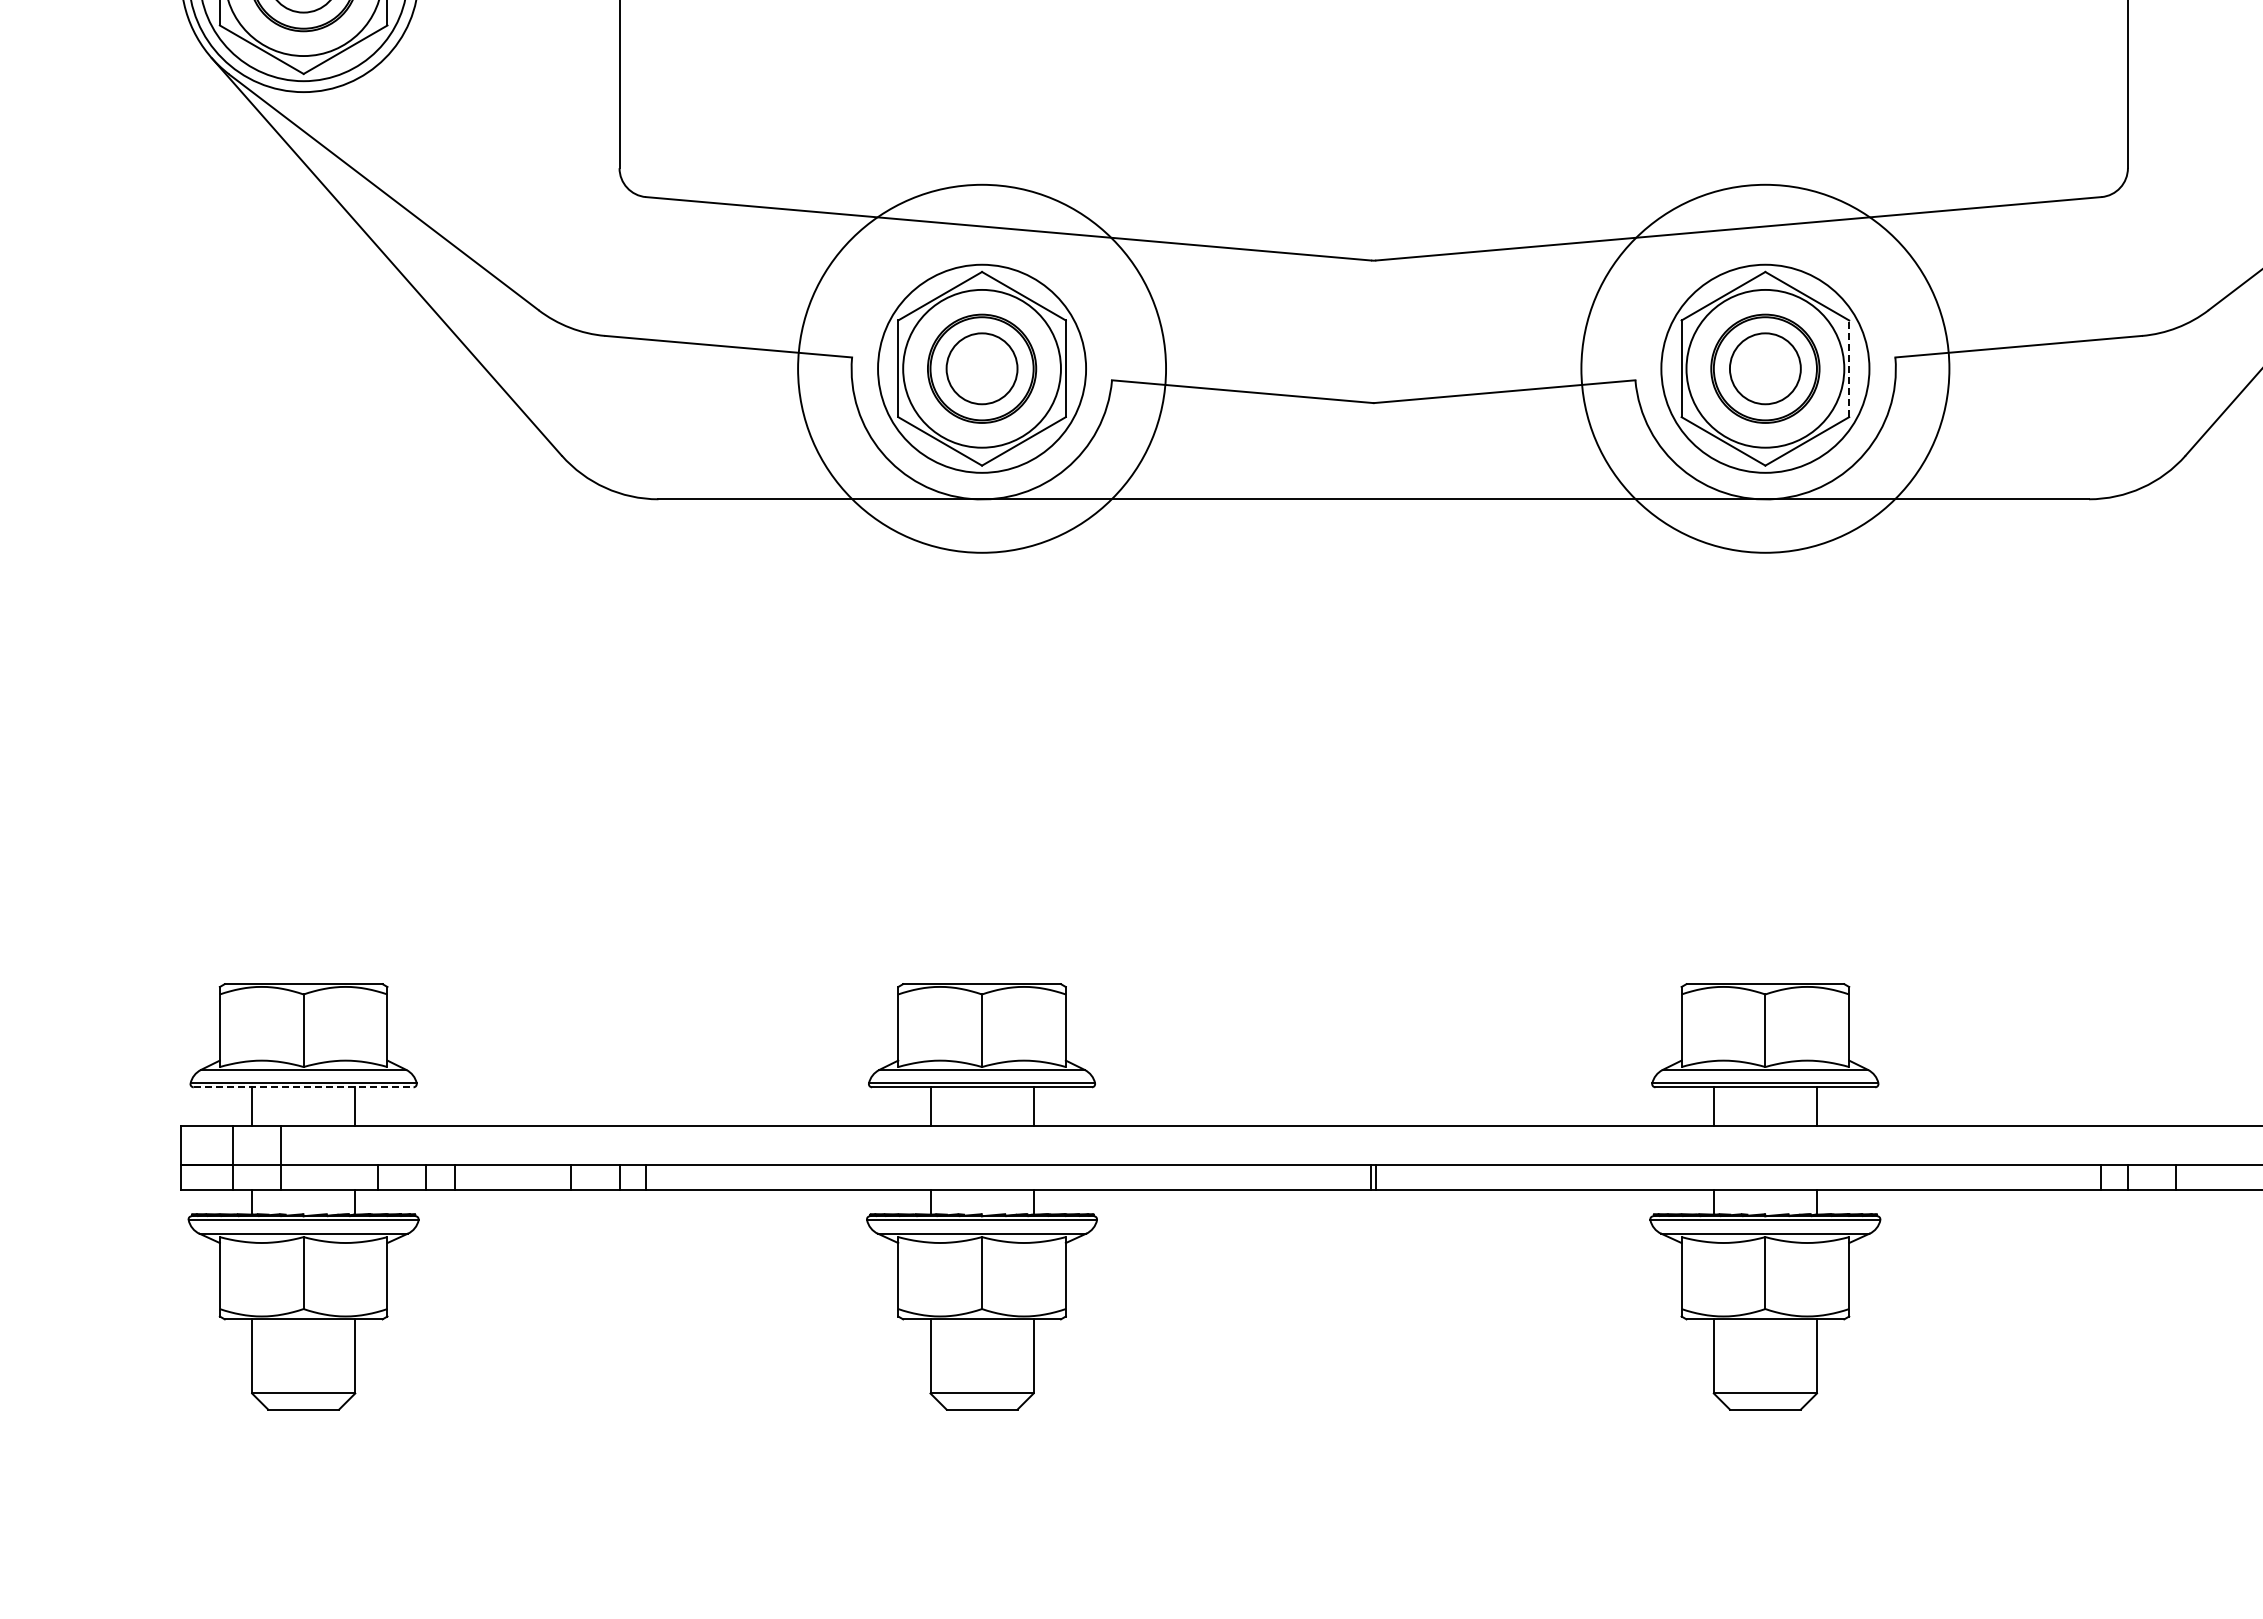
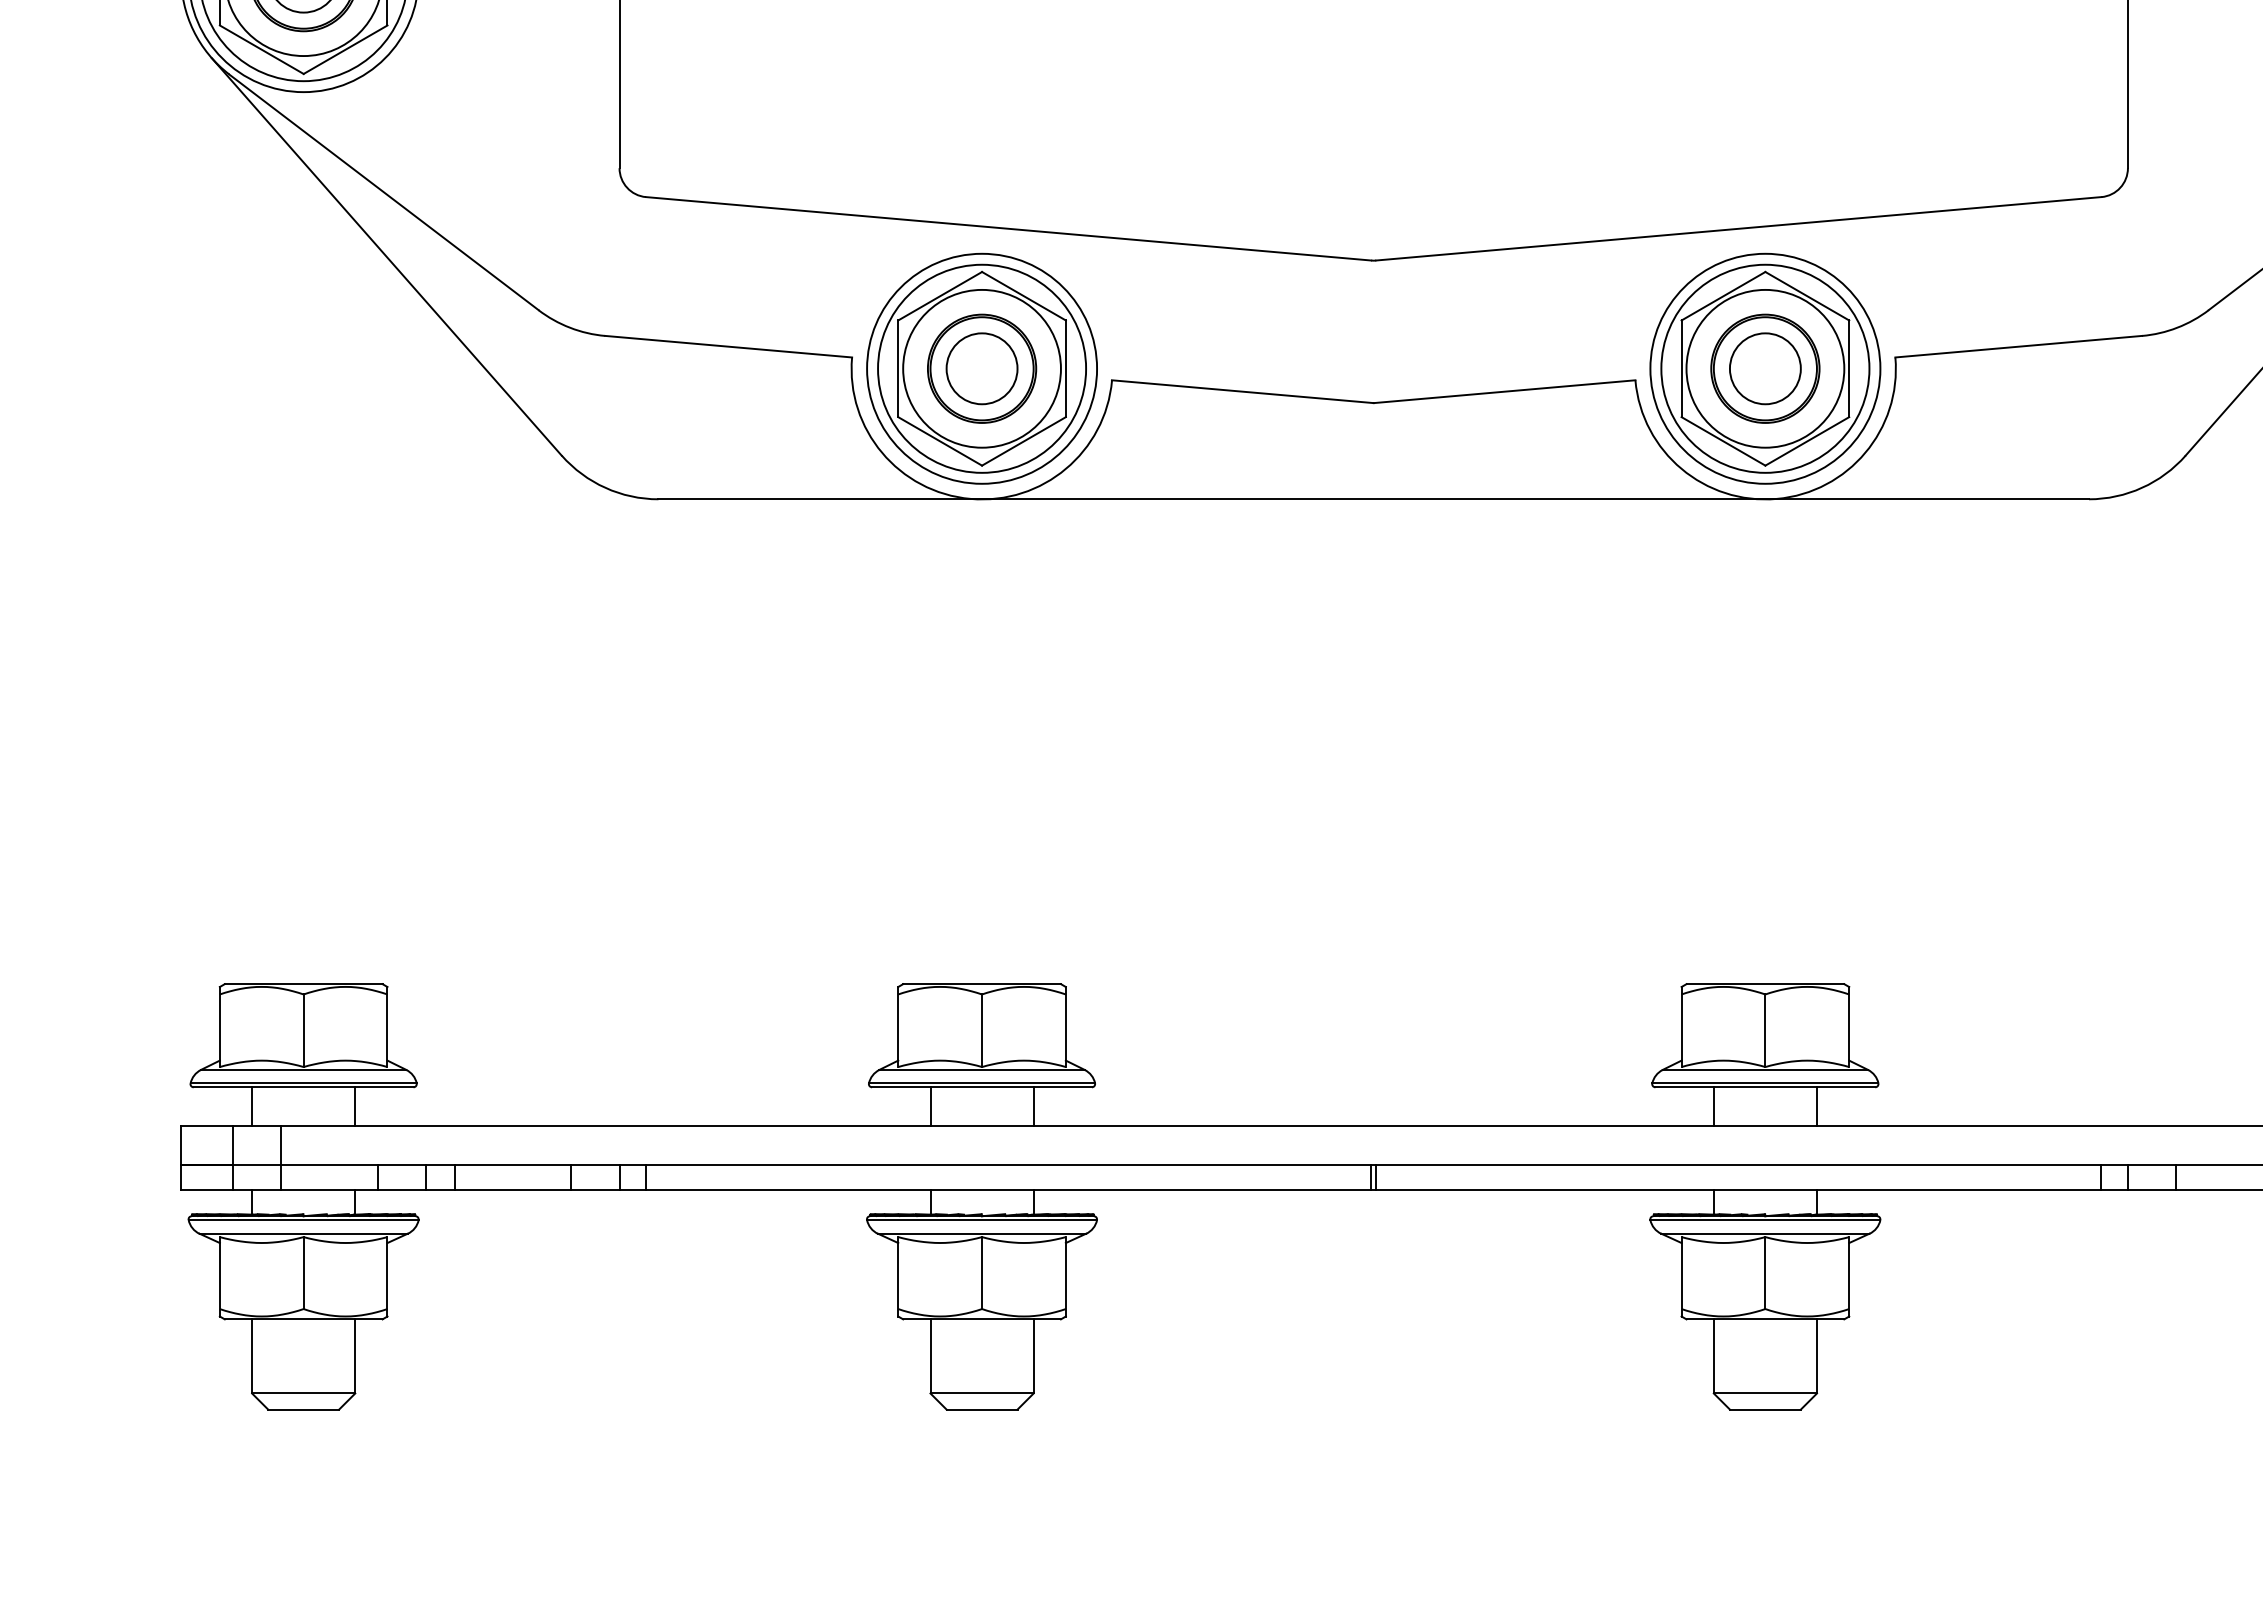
circle at (982, 368) diameter: 368 px -> 230 px
circle at (1765, 368) diameter: 368 px -> 230 px
line at (1849, 368): dashed -> solid
line at (303, 1087): dashed -> solid
